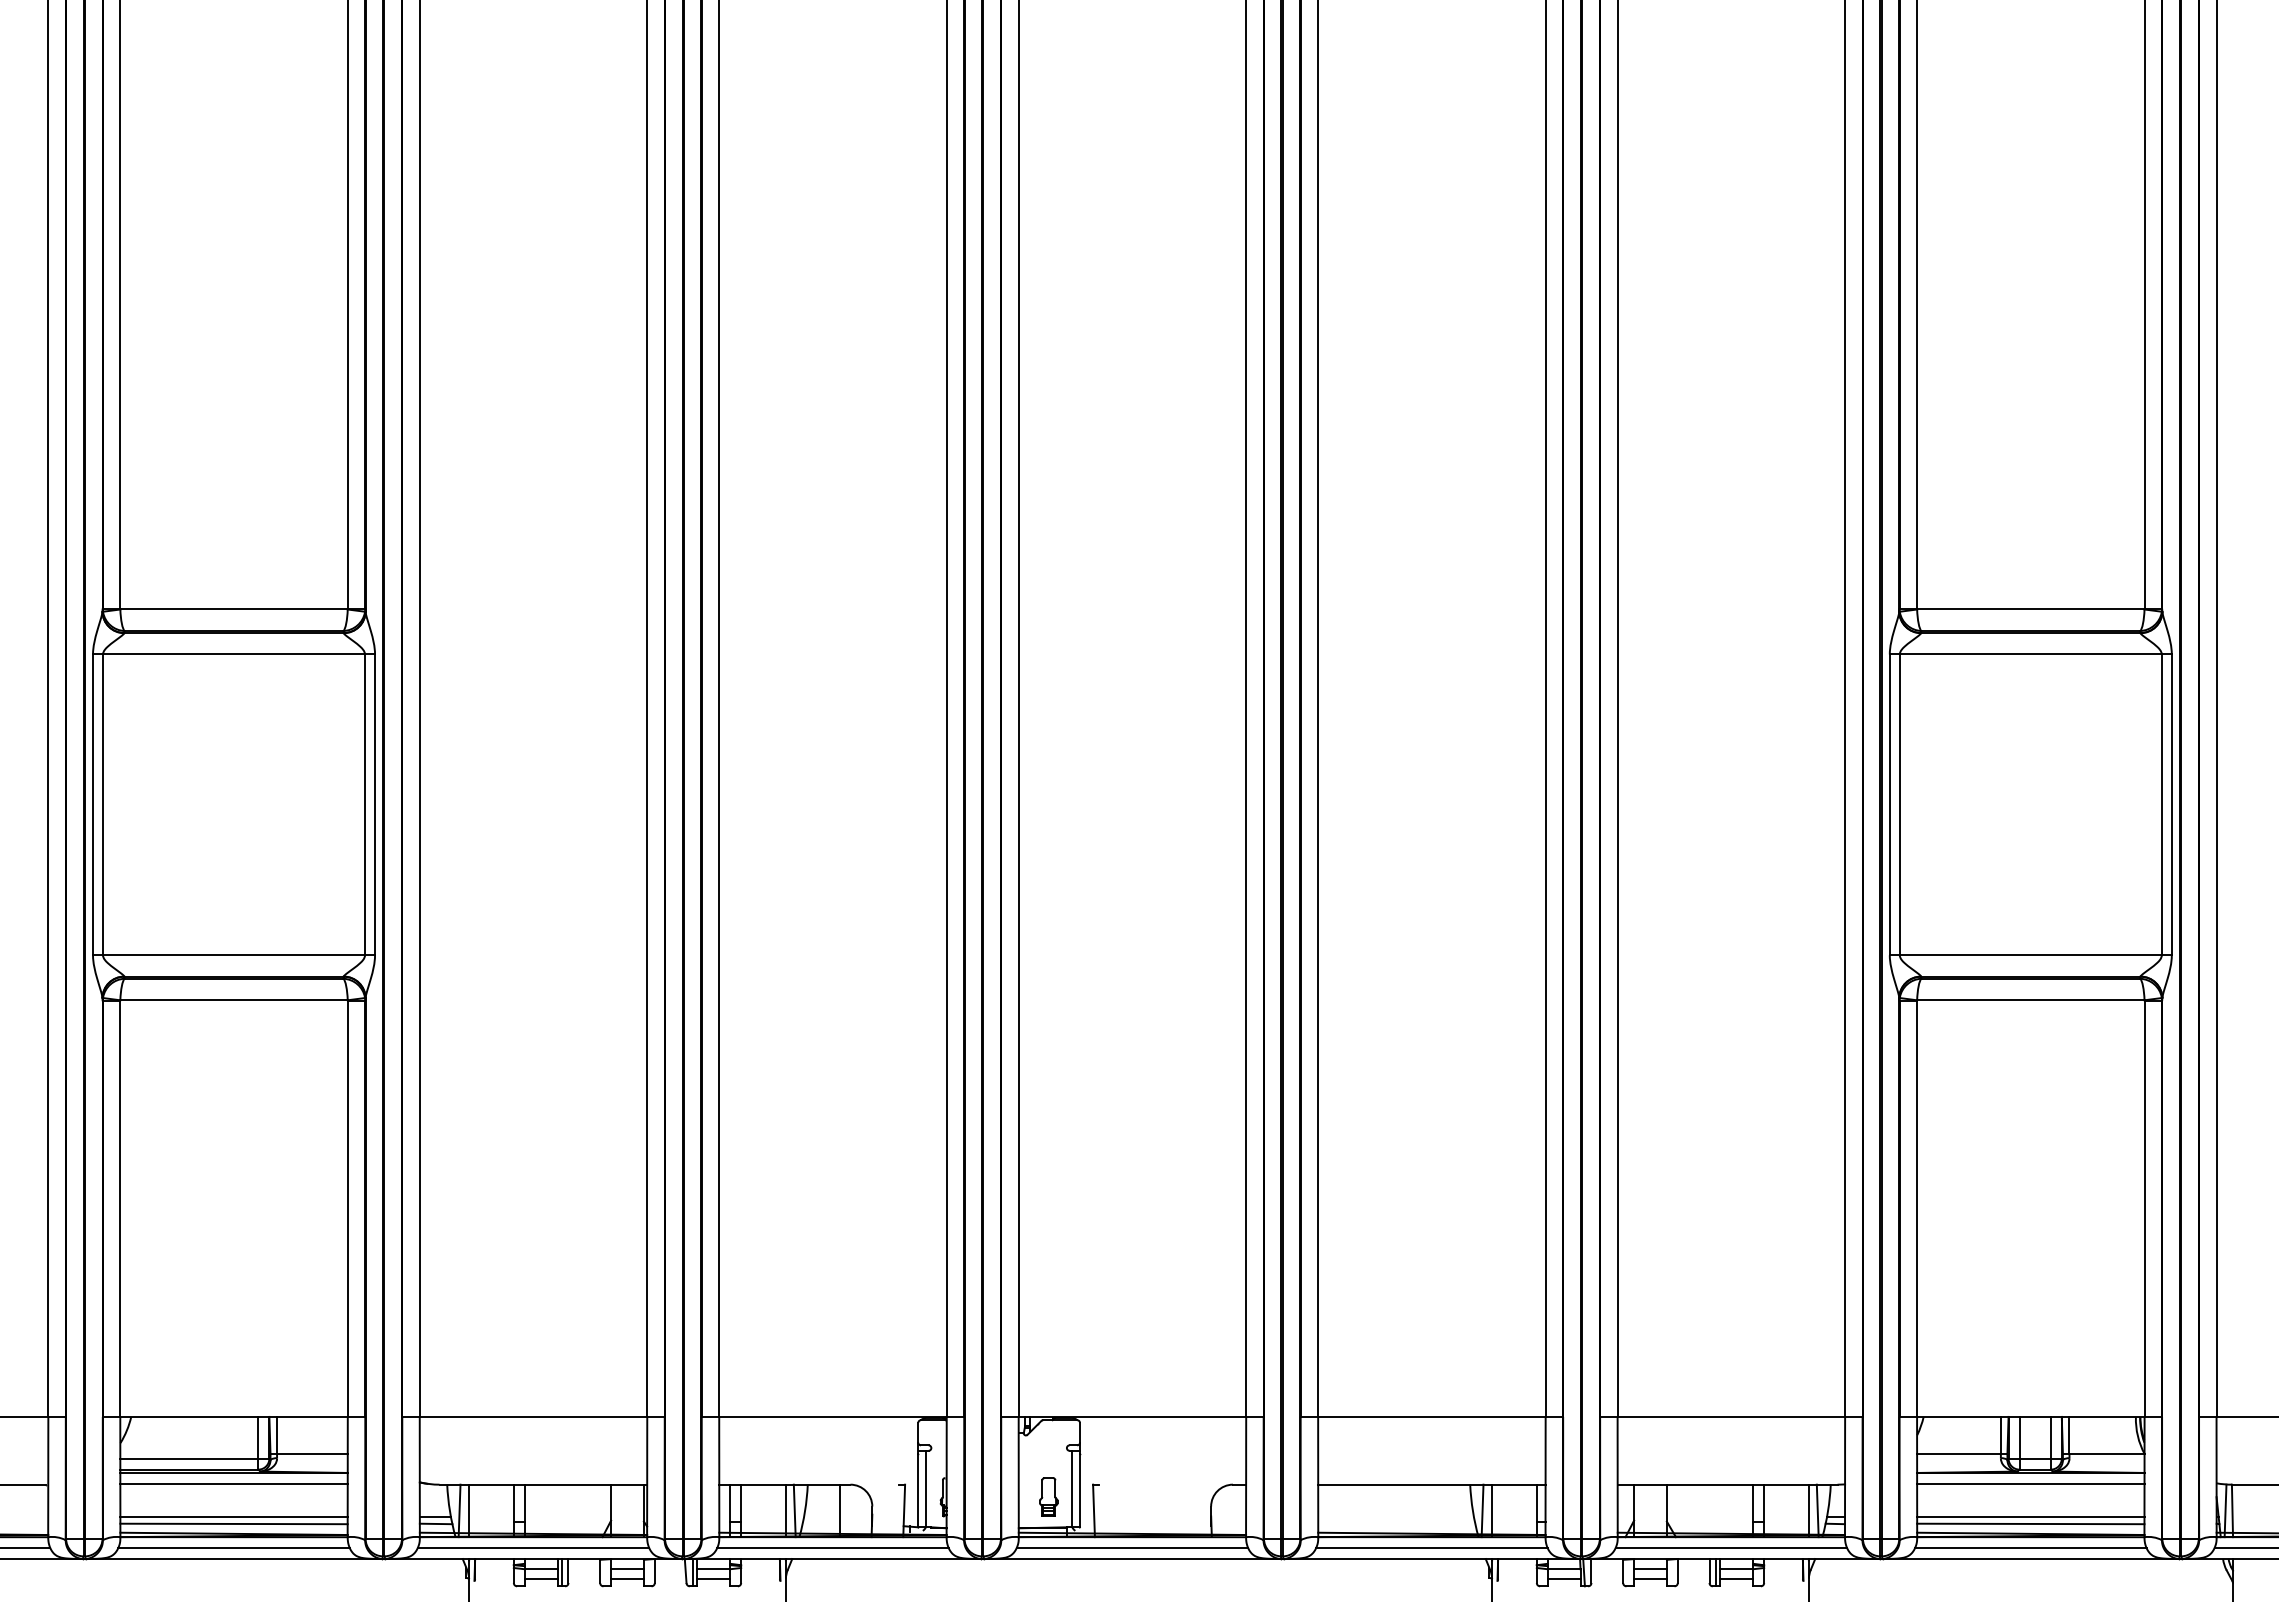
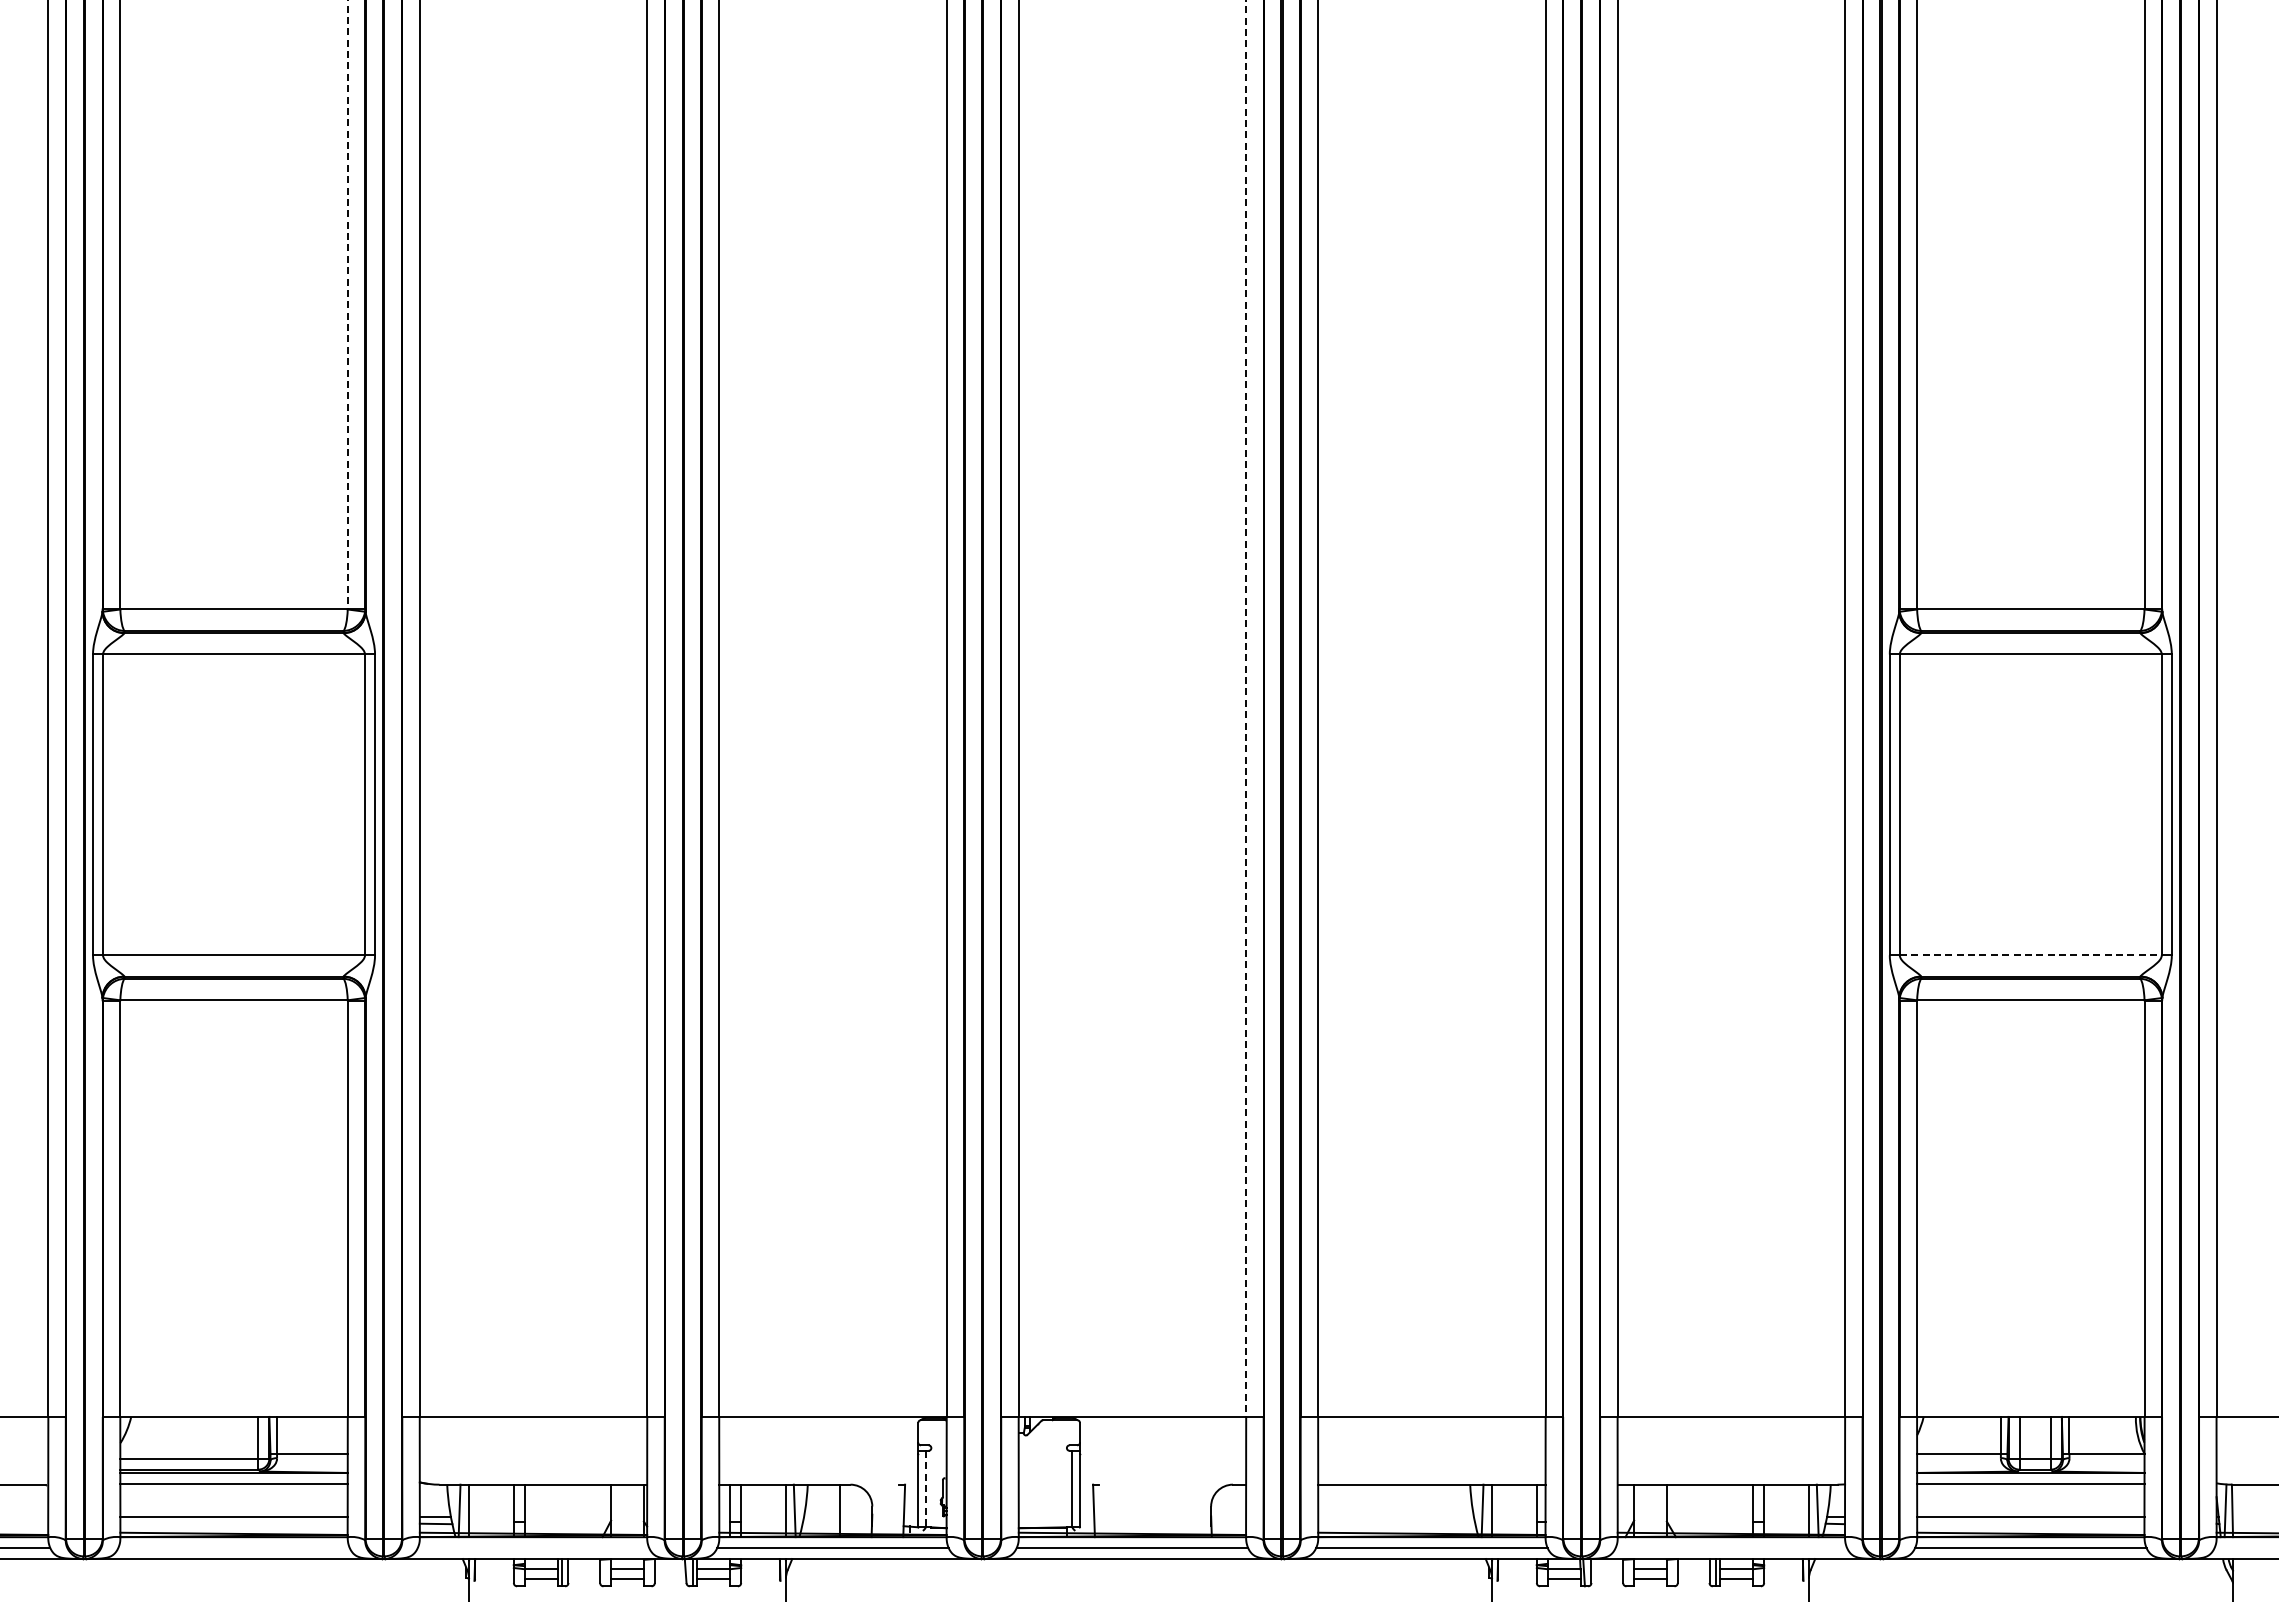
line at (347, 304): solid -> dashed
line at (1246, 708): solid -> dashed
line at (2030, 955): solid -> dashed
line at (925, 1489): solid -> dashed
part at (1048, 1496): present -> none
line at (233, 1523): present -> none
line at (2030, 1523): present -> none
line at (233, 1548): present -> none
line at (533, 1548): present -> none
line at (1731, 1548): present -> none
line at (2244, 1548): present -> none
